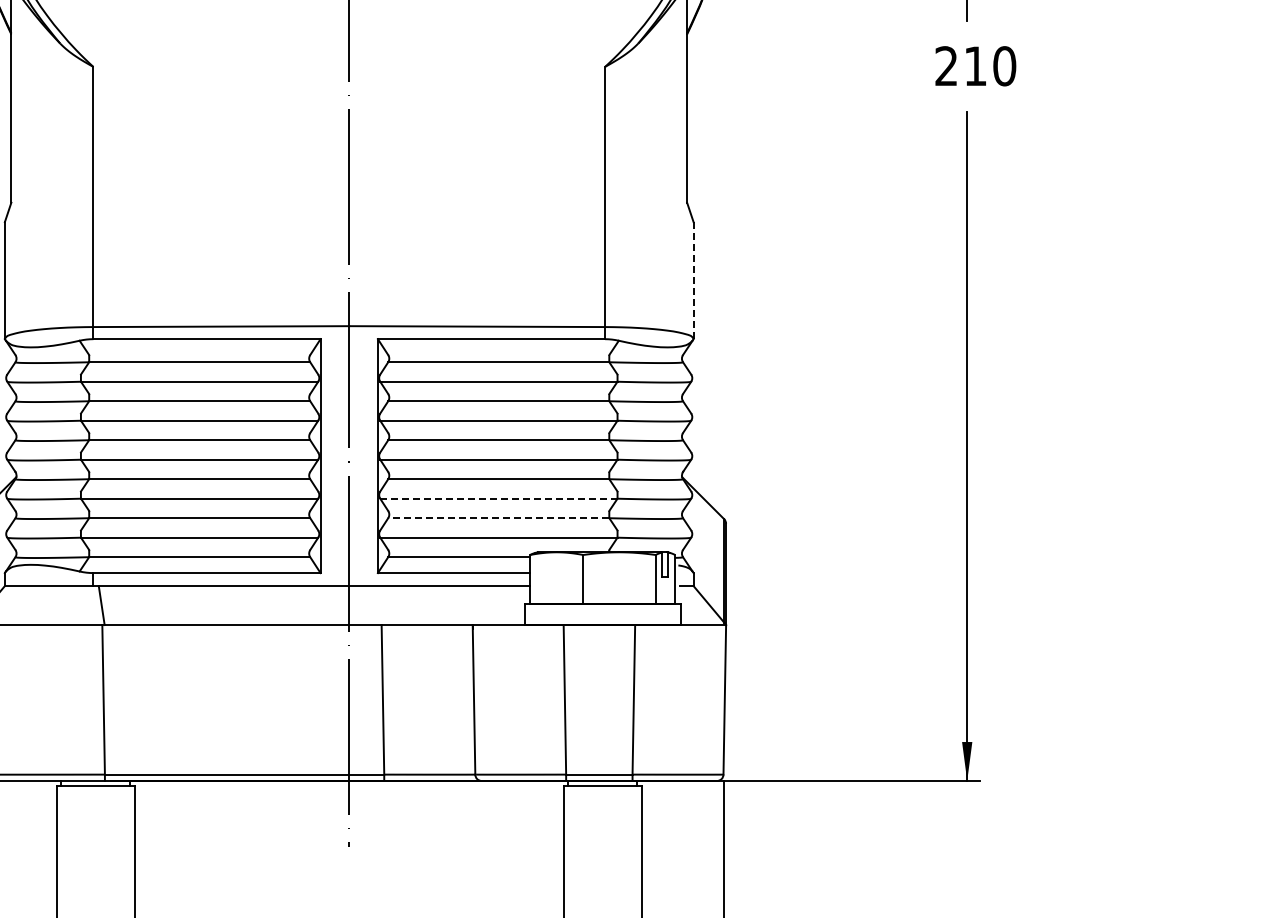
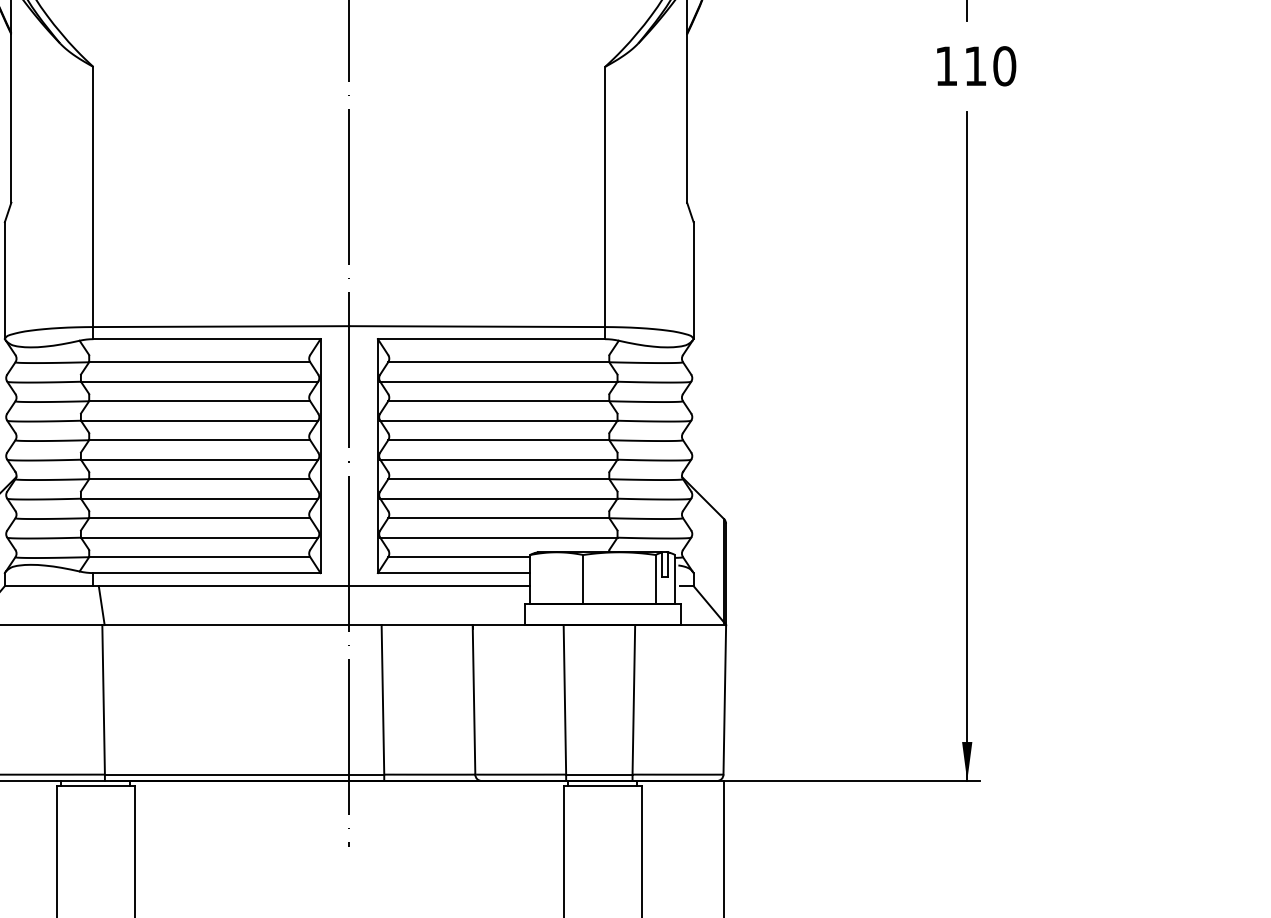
text at (945, 65): 210 -> 110
line at (693, 281): dashed -> solid
line at (498, 498): dashed -> solid
line at (498, 518): dashed -> solid
